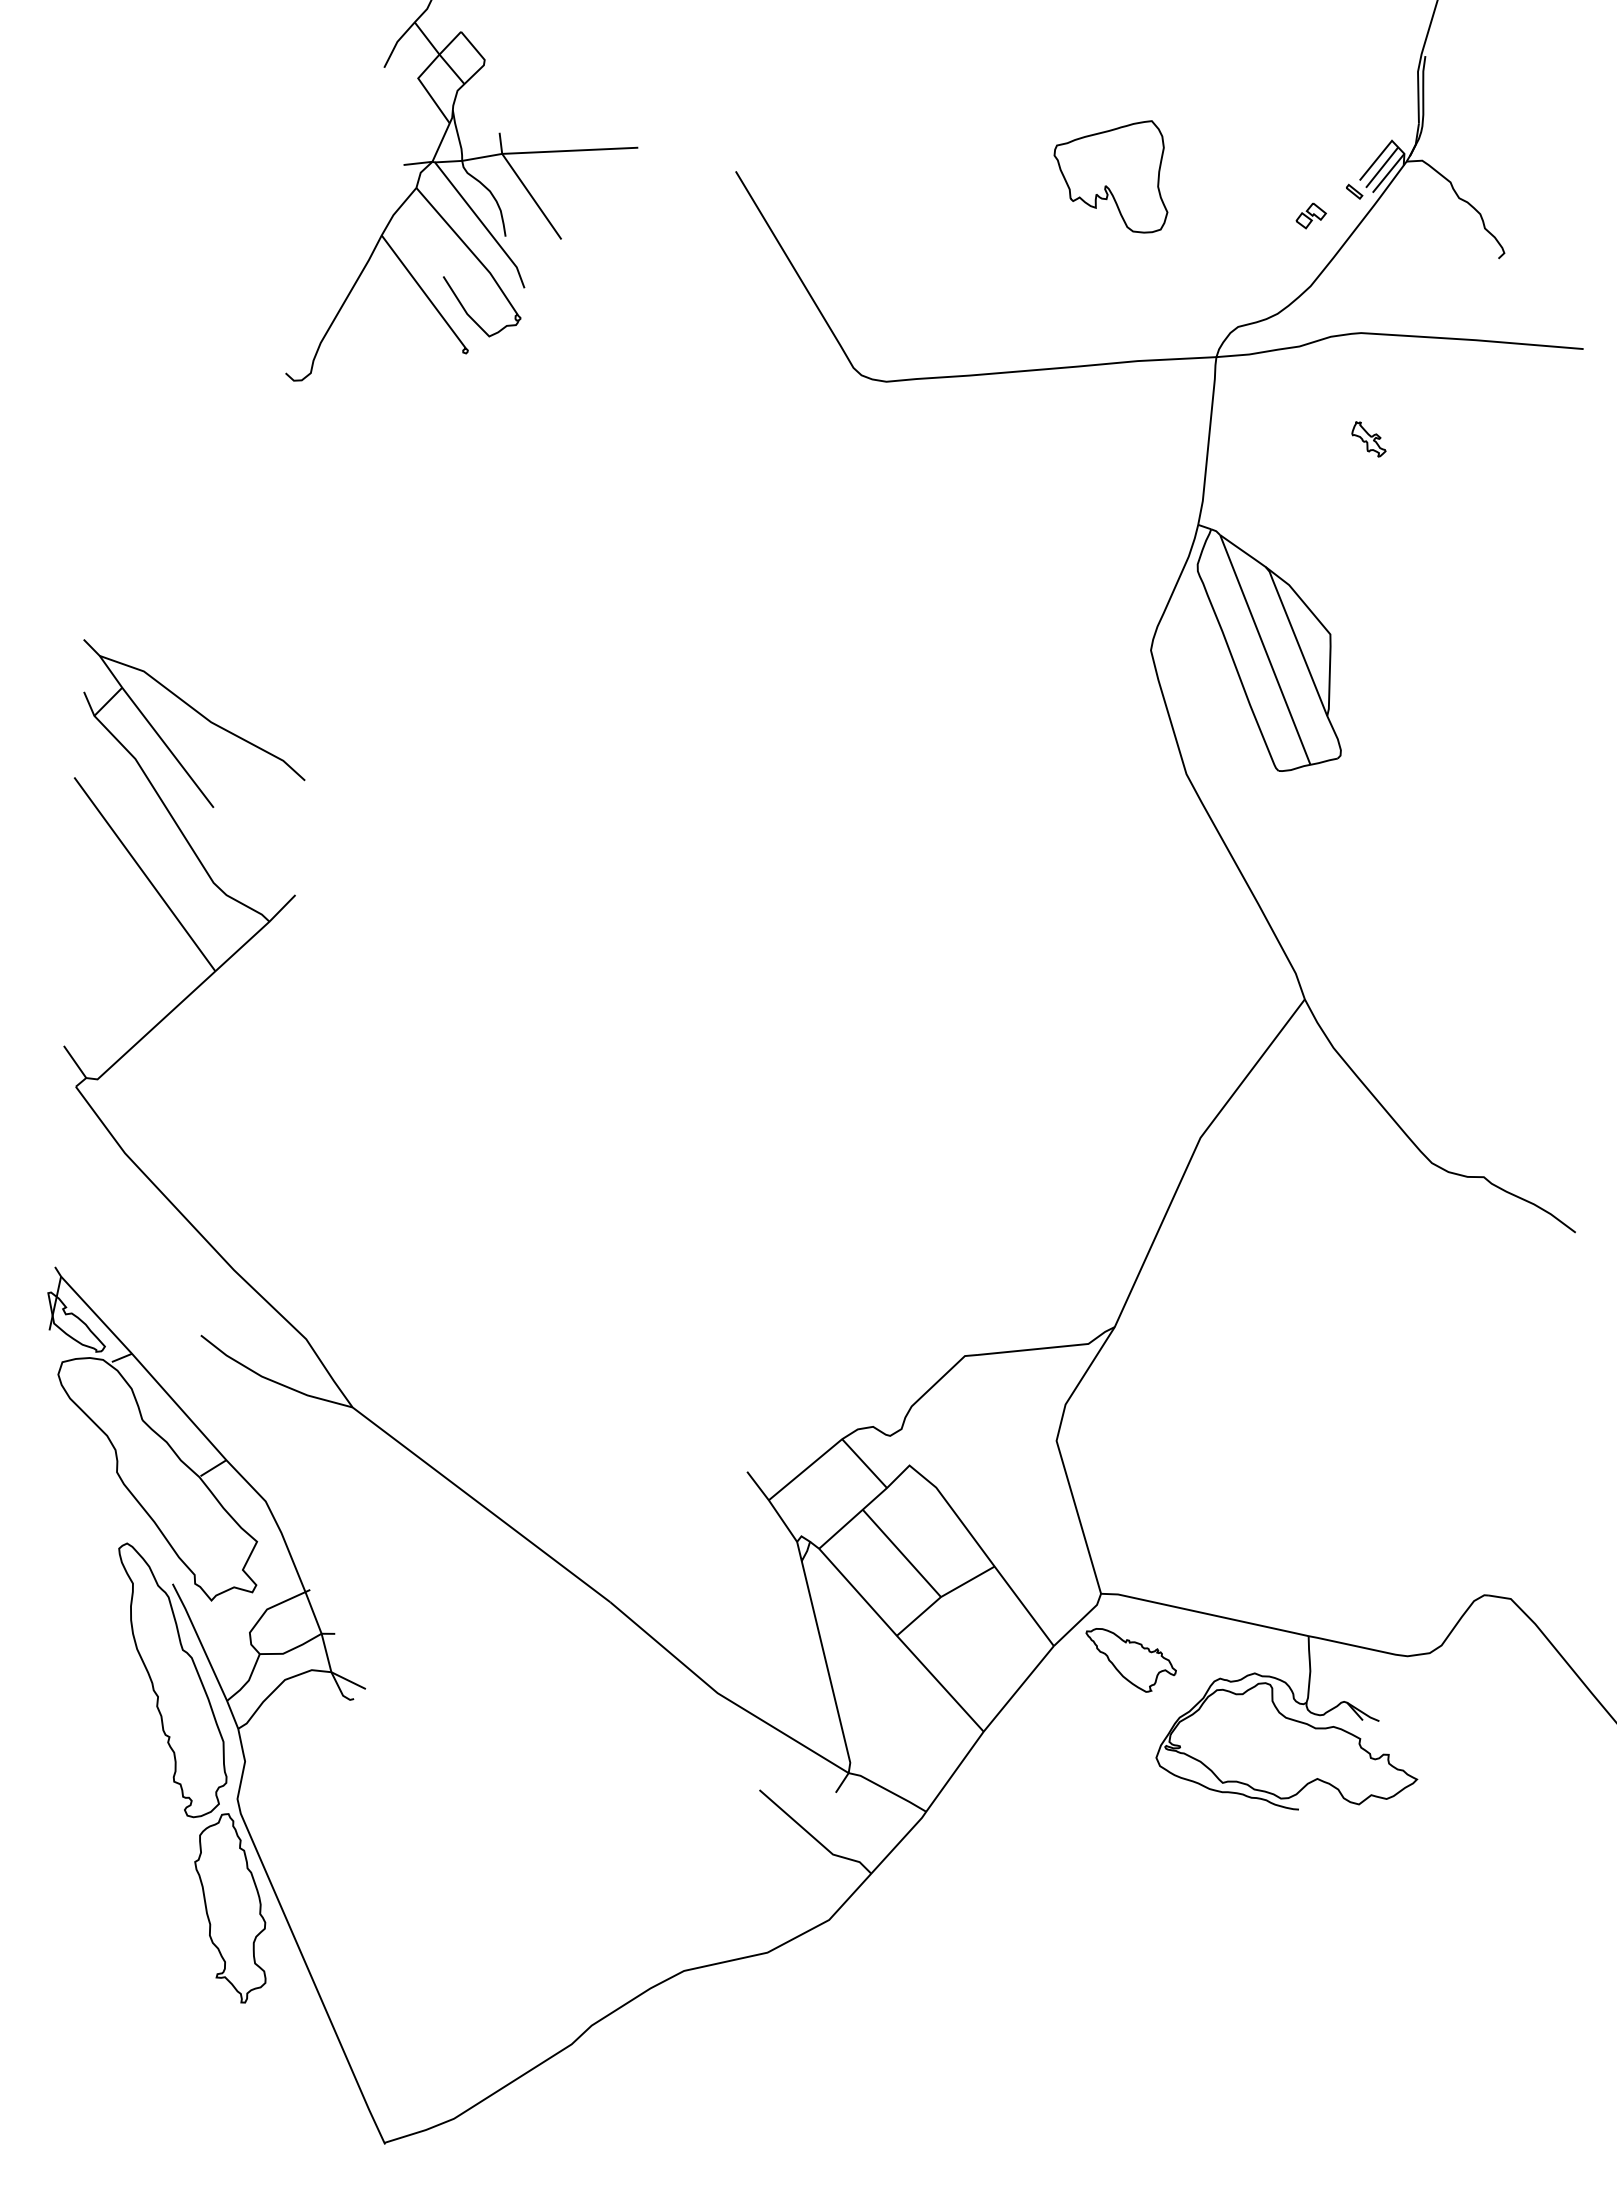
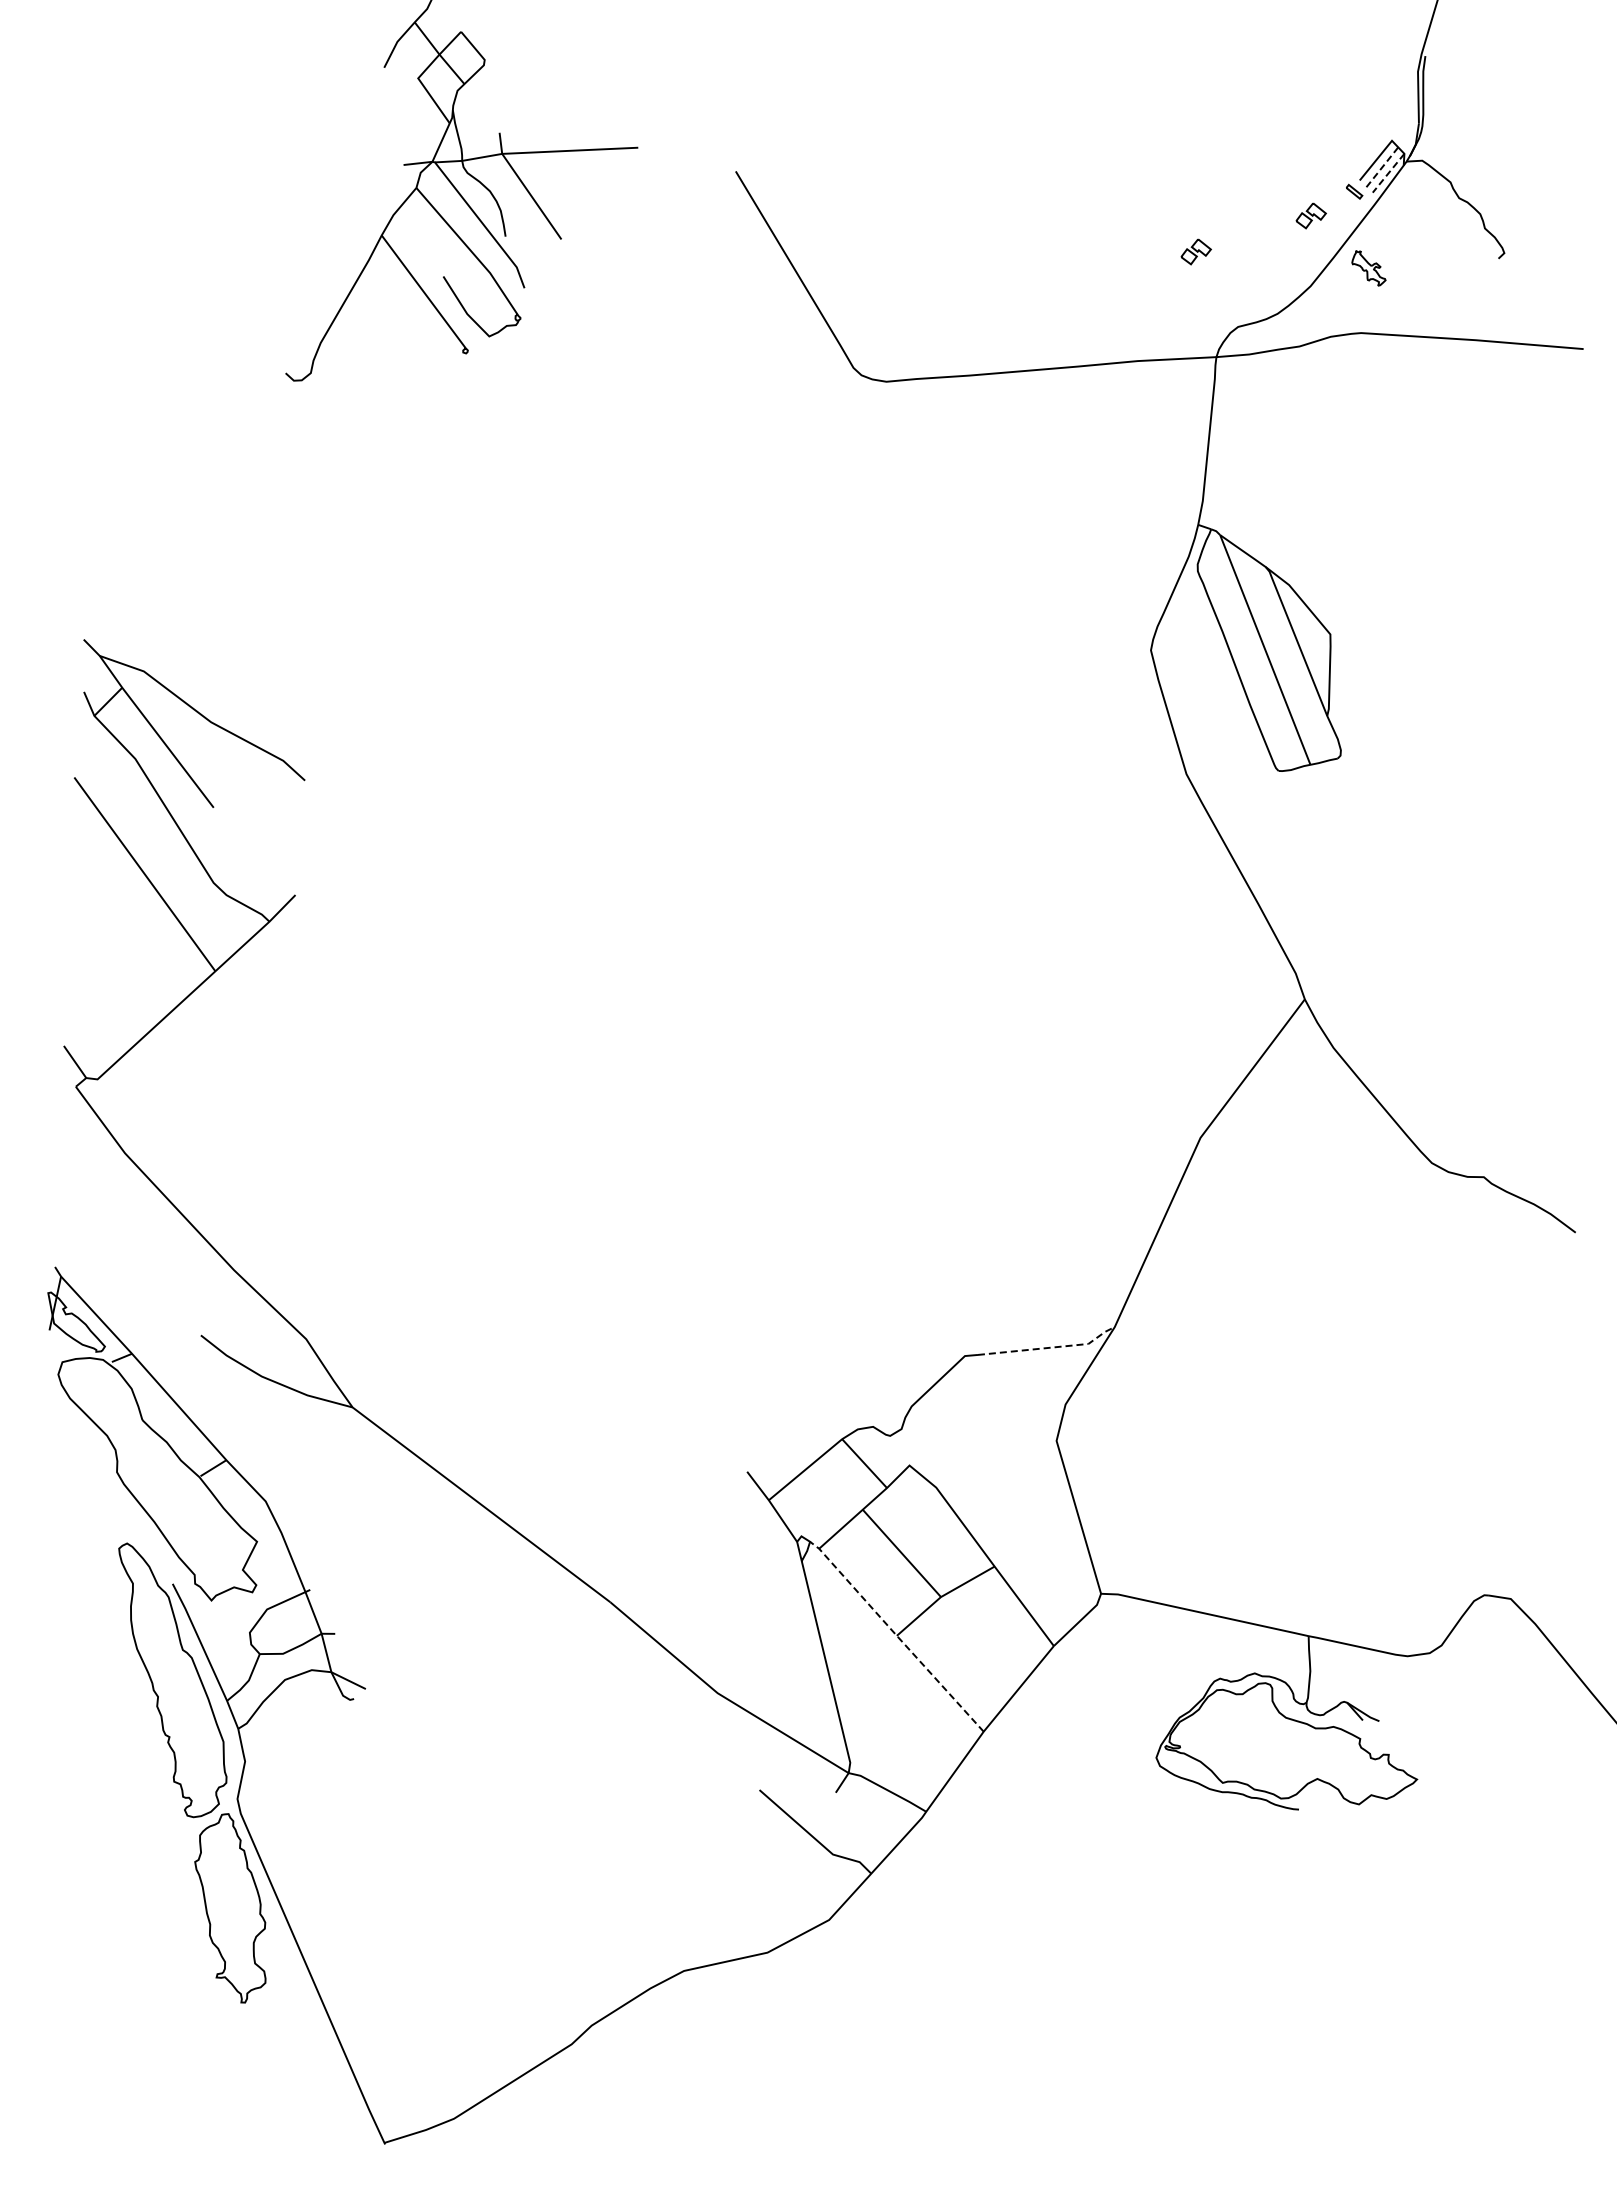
line at (1382, 167): solid -> dashed
line at (1388, 173): solid -> dashed
part at (1110, 176): present -> none
part at (1195, 251): none -> present
part at (1368, 439) position: (1368, 439) -> (1368, 268)
line at (1049, 1347): solid -> dashed
line at (896, 1635): solid -> dashed
part at (1130, 1660): present -> none
